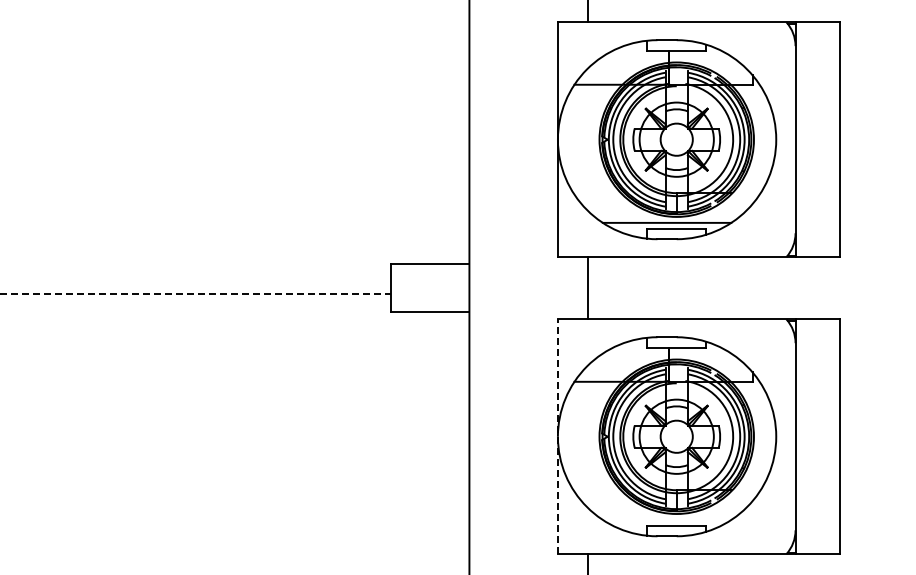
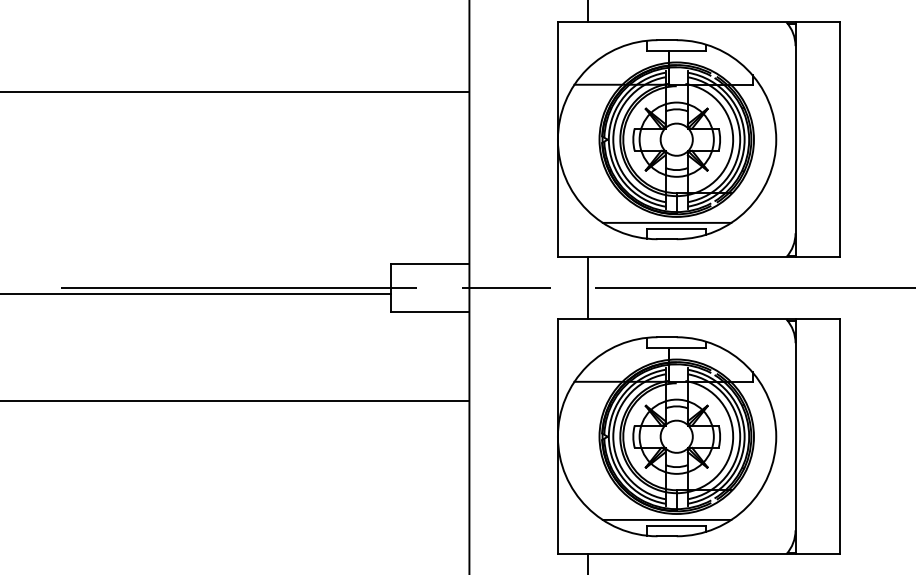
line at (235, 92): none -> present
line at (486, 287): none -> present
line at (196, 294): dashed -> solid
line at (235, 401): none -> present
line at (557, 436): dashed -> solid
line at (666, 519): none -> present
